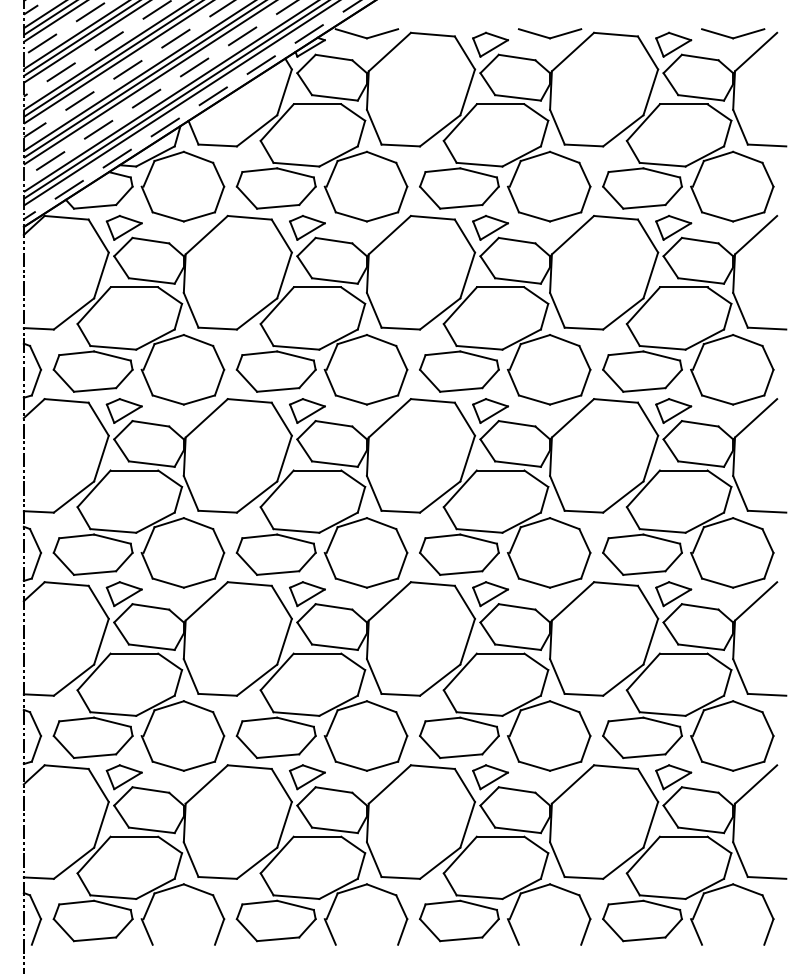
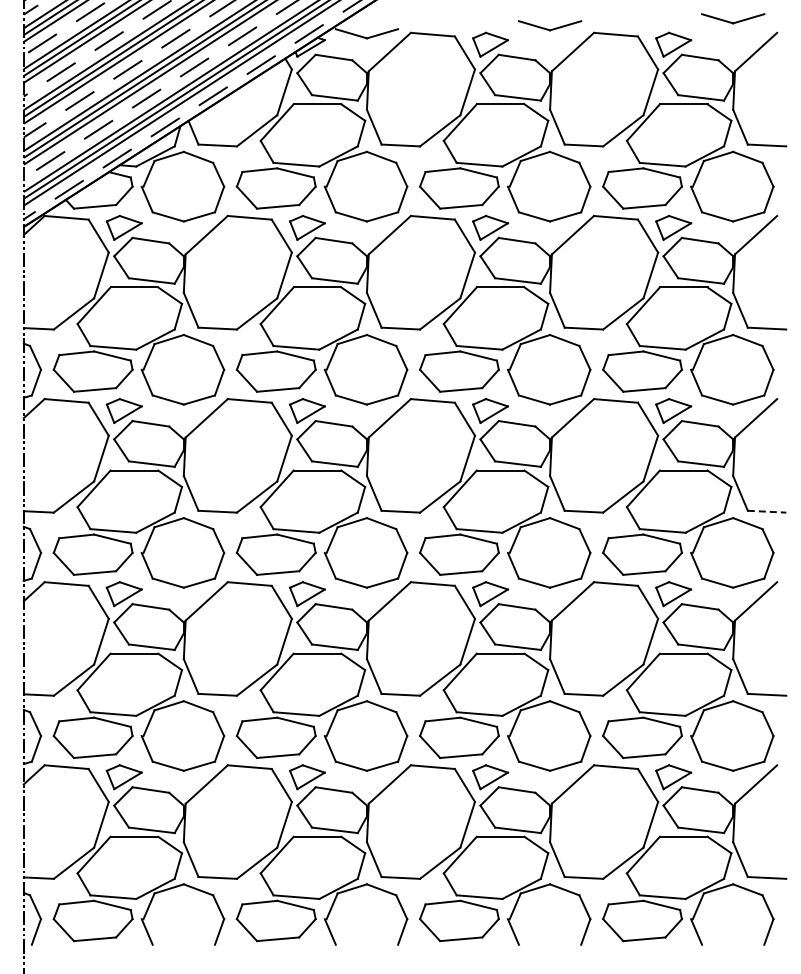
part at (550, 33) position: (550, 33) -> (550, 25)
part at (733, 33) position: (733, 33) -> (733, 18)
line at (767, 511): solid -> dashed
